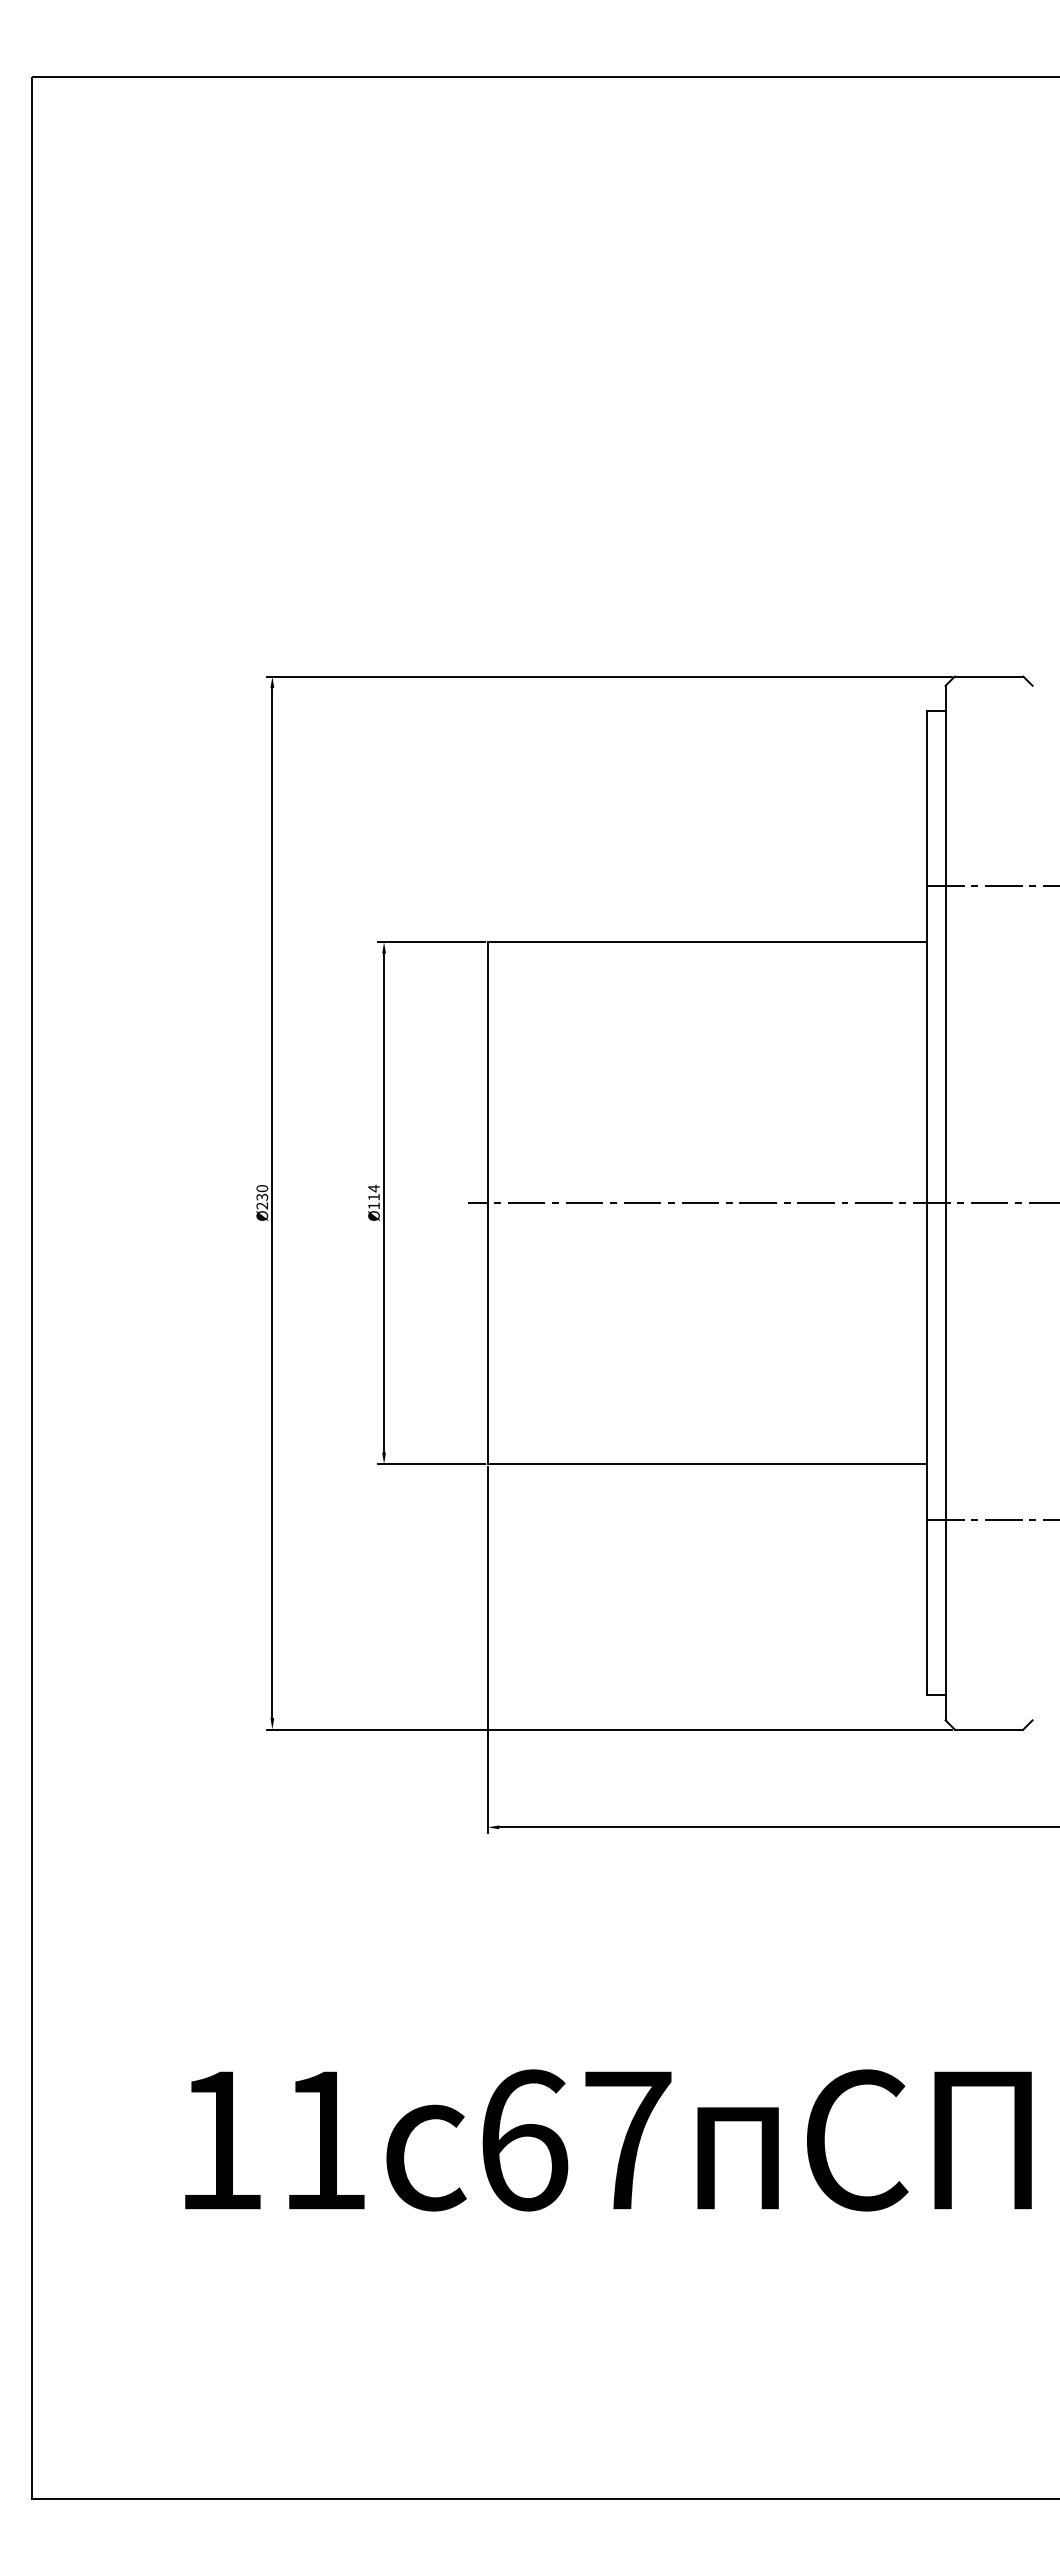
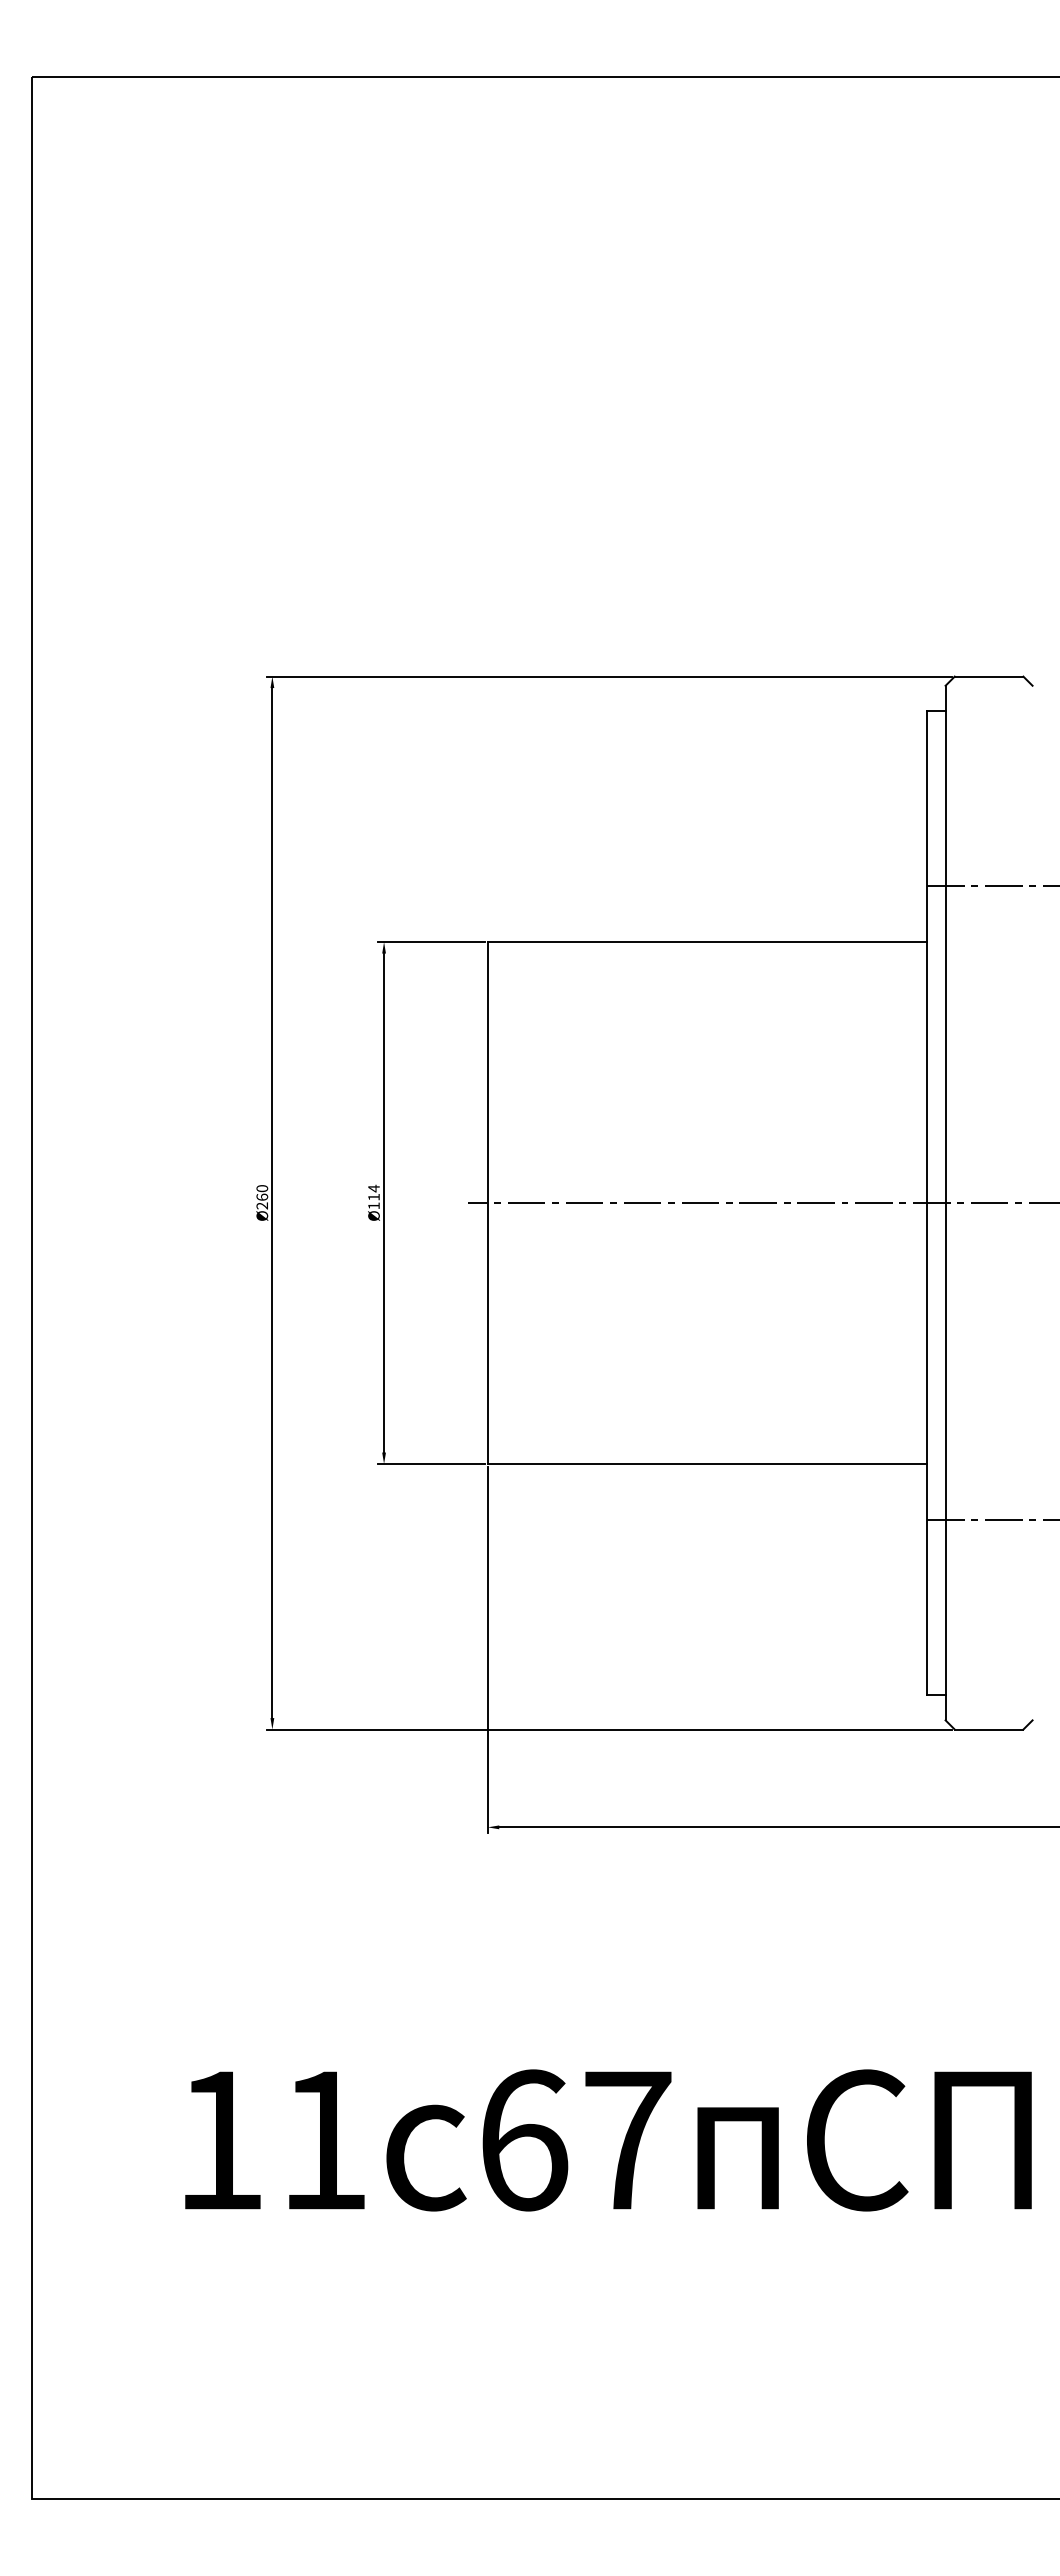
text at (262, 1196): Ø230 -> Ø260
